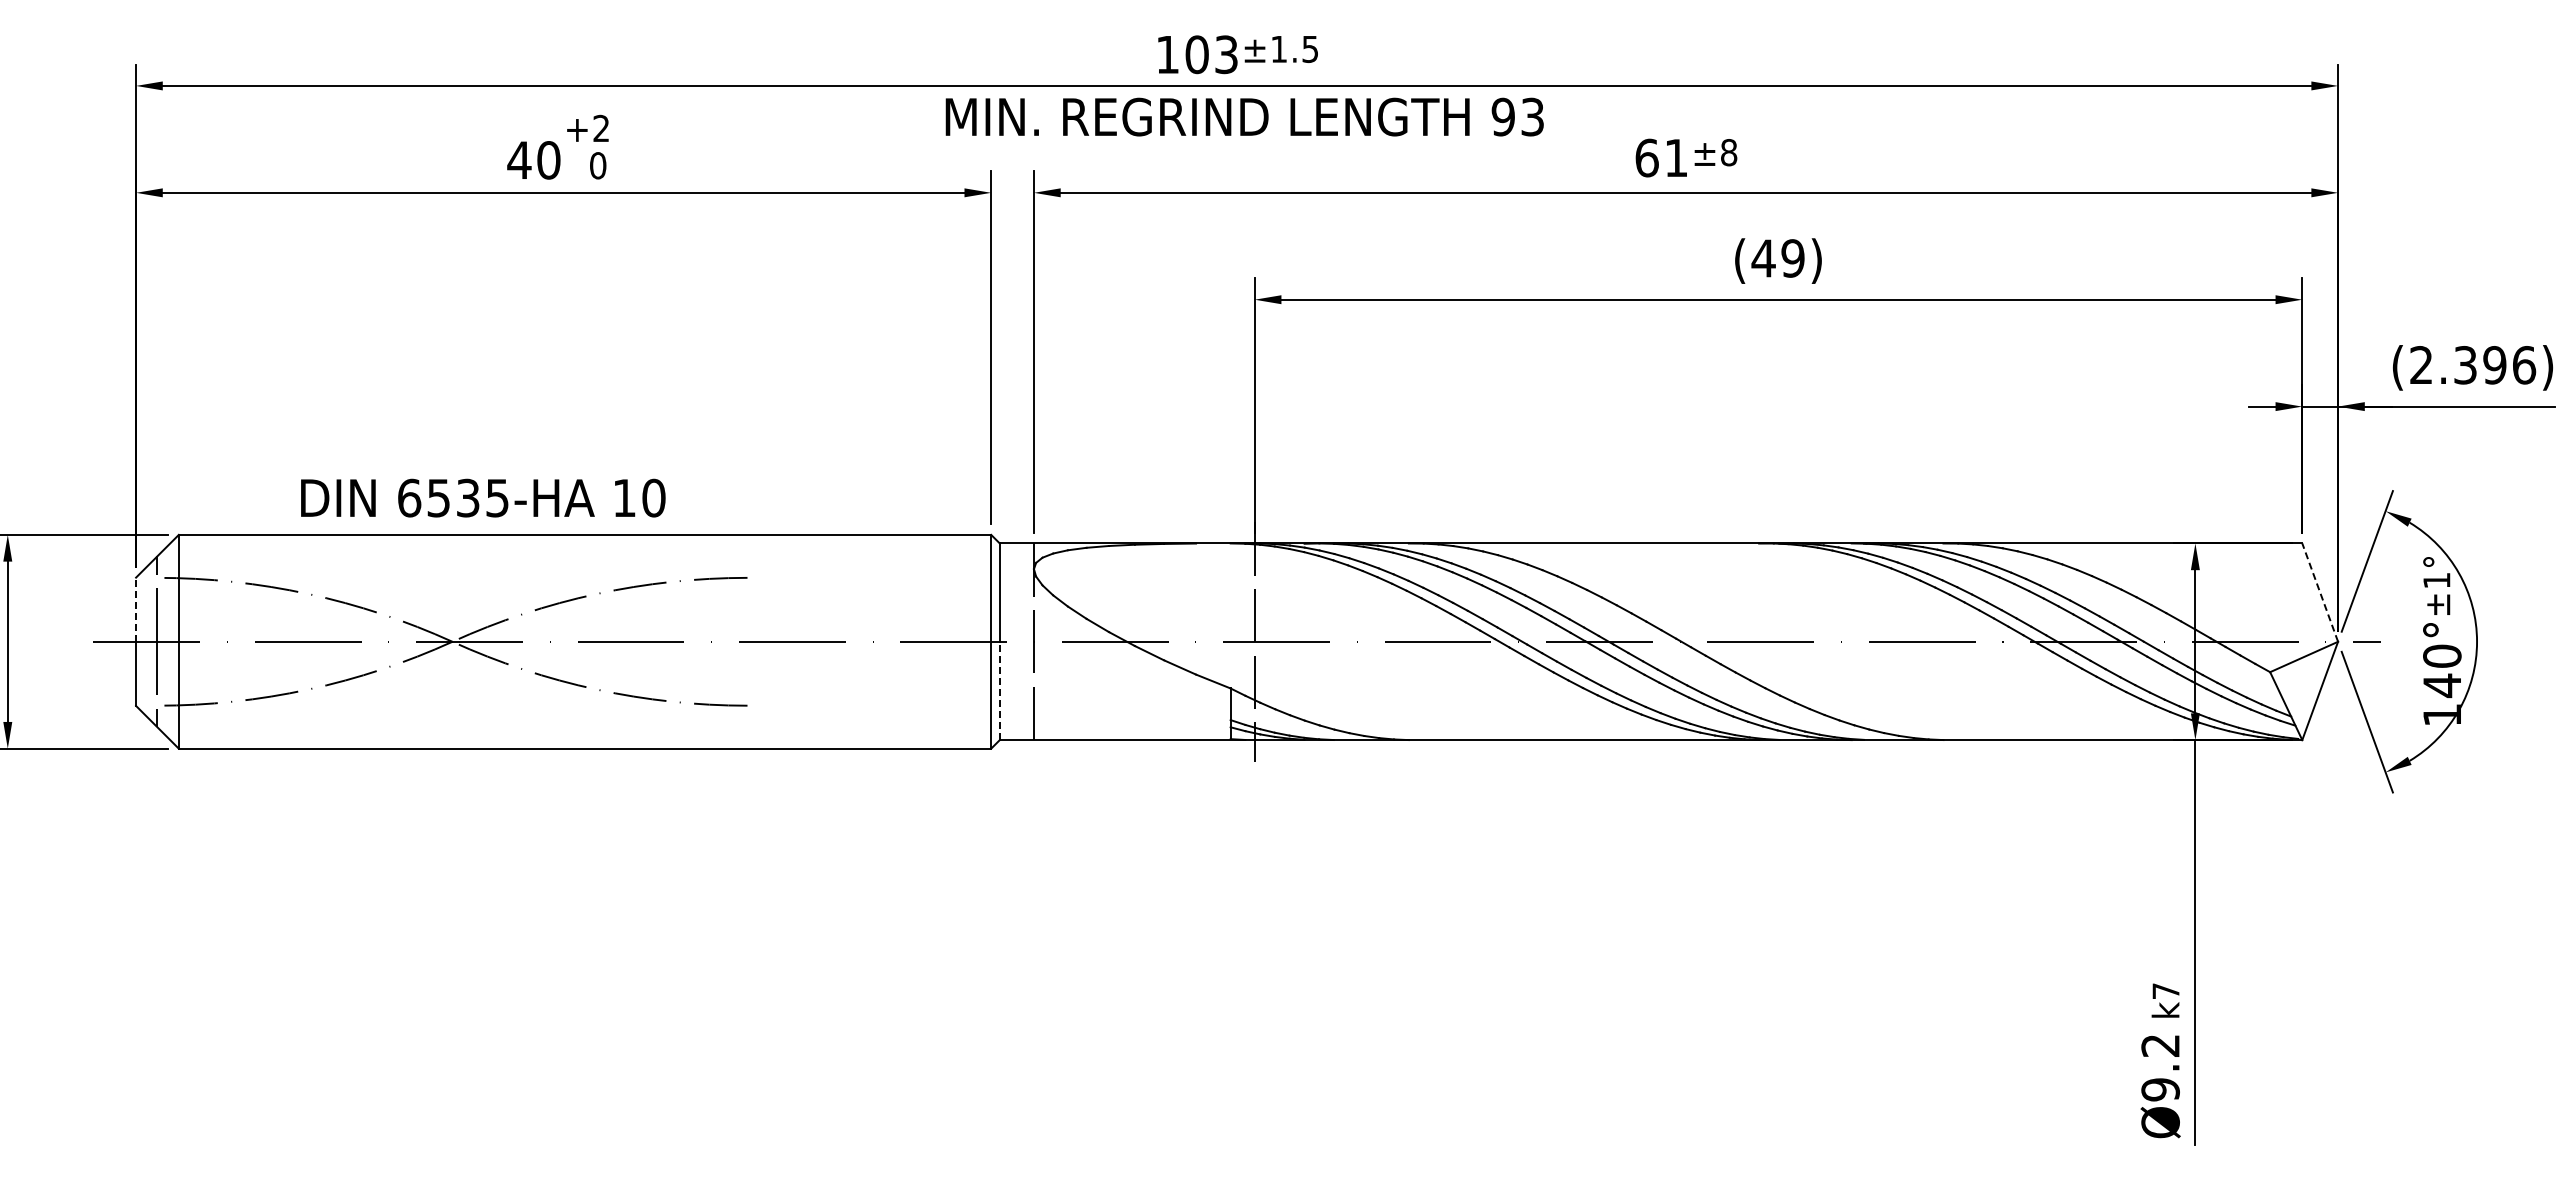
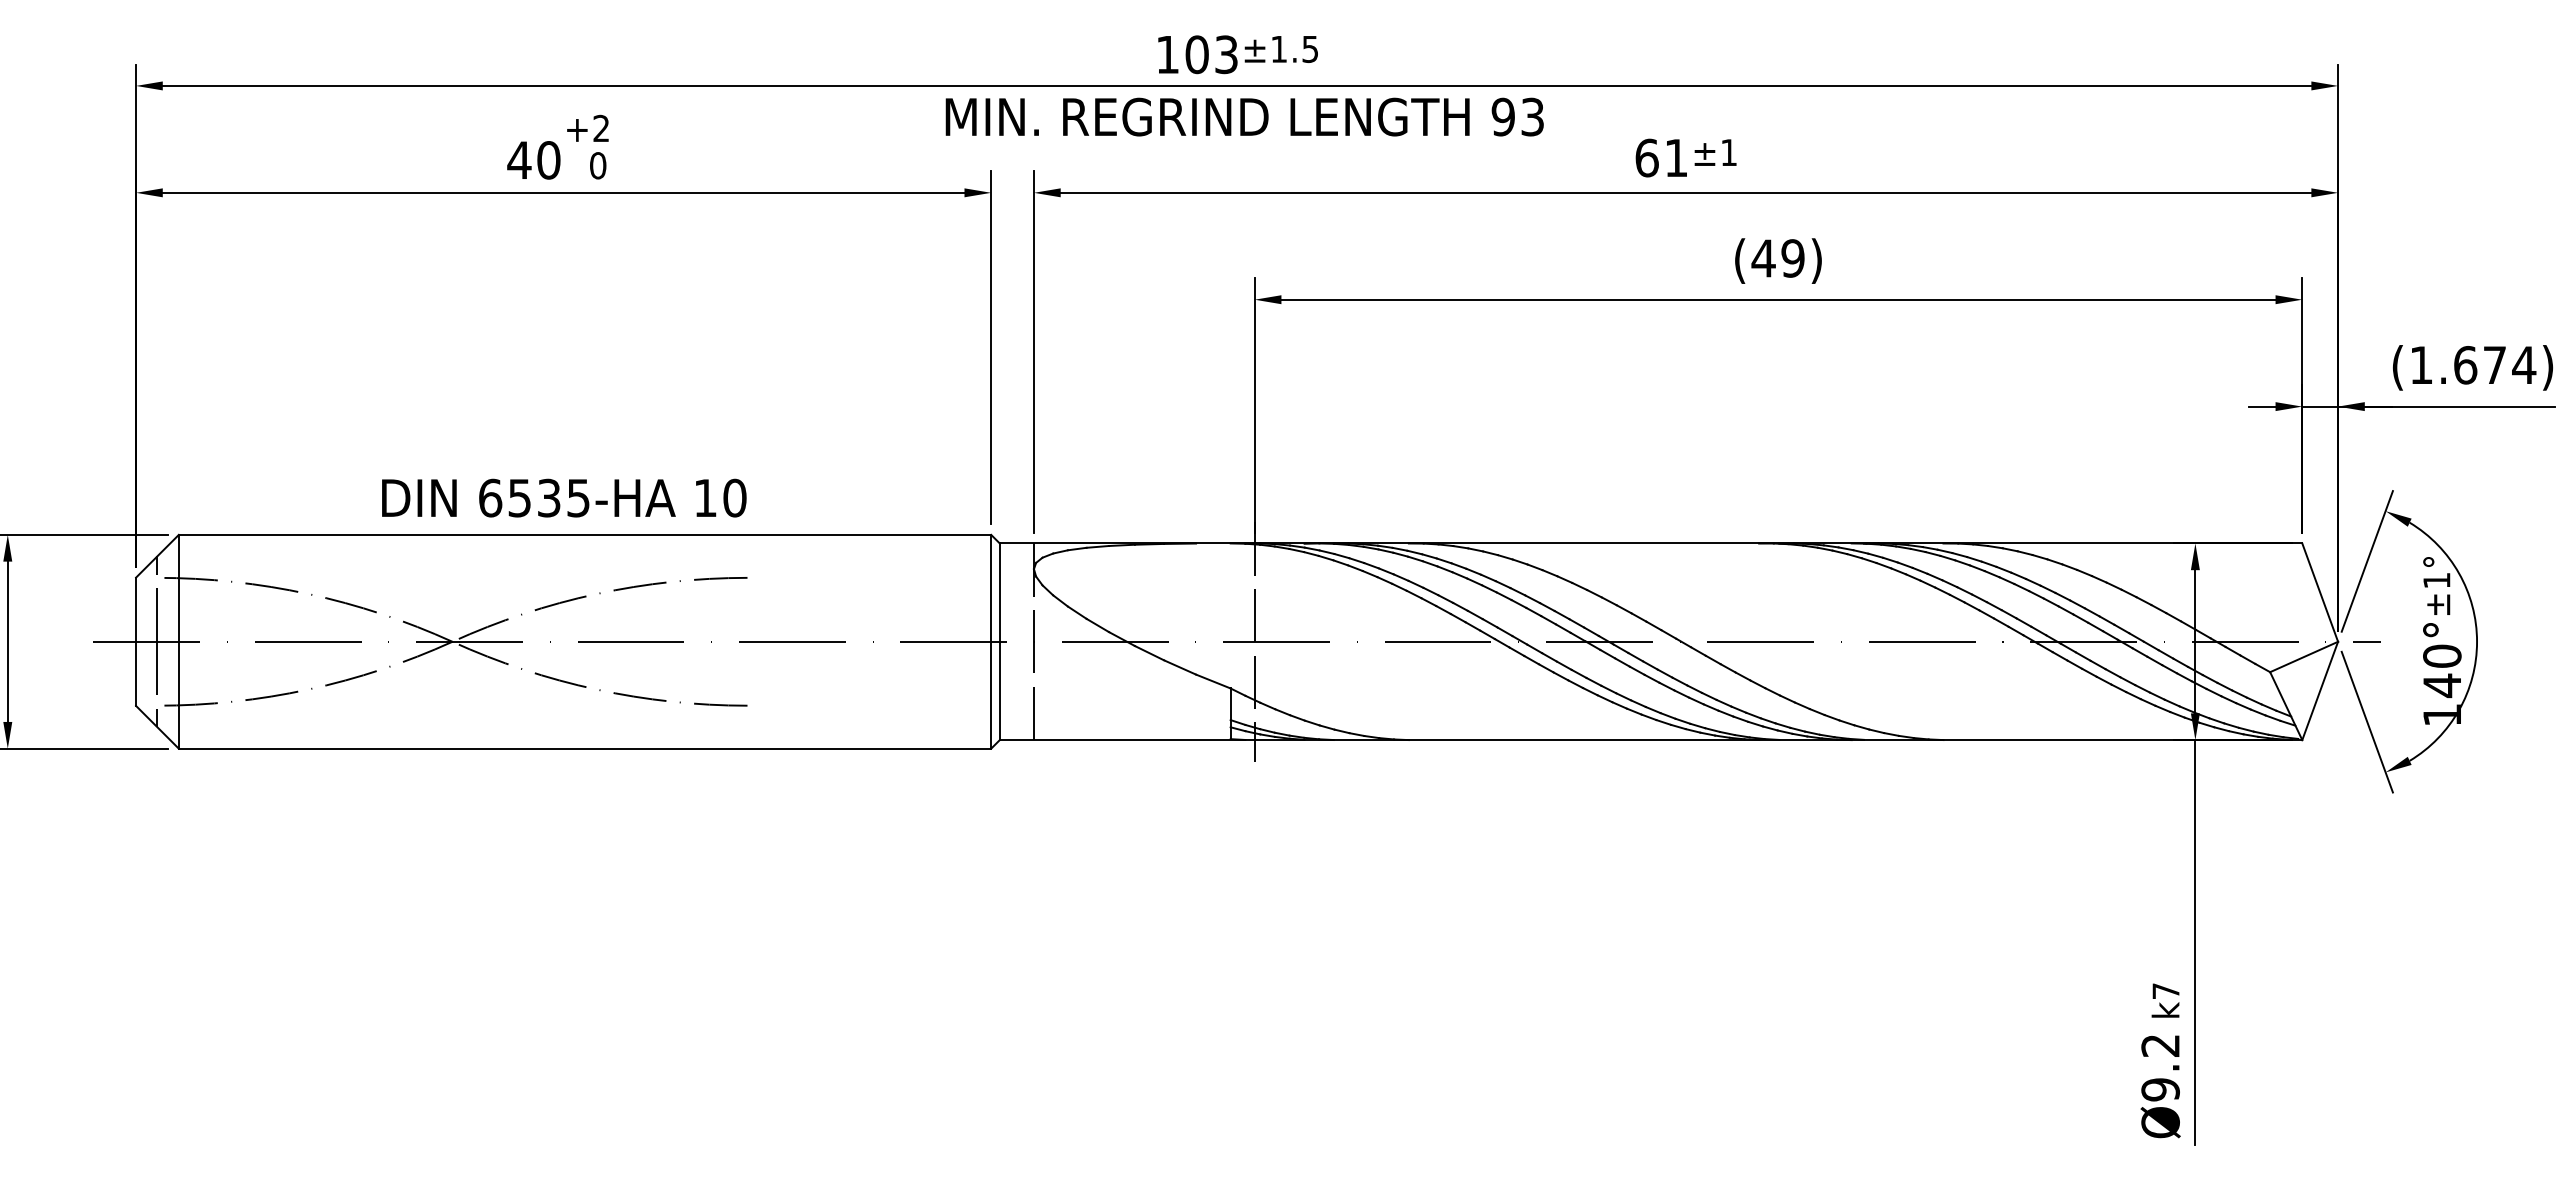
text at (1729, 152): ±8 -> ±1
text at (2473, 365): (2.396) -> (1.674)
text at (483, 497) position: (483, 497) -> (564, 497)
line at (2320, 592): dashed -> solid
line at (136, 609): dashed -> solid
line at (999, 690): dashed -> solid
